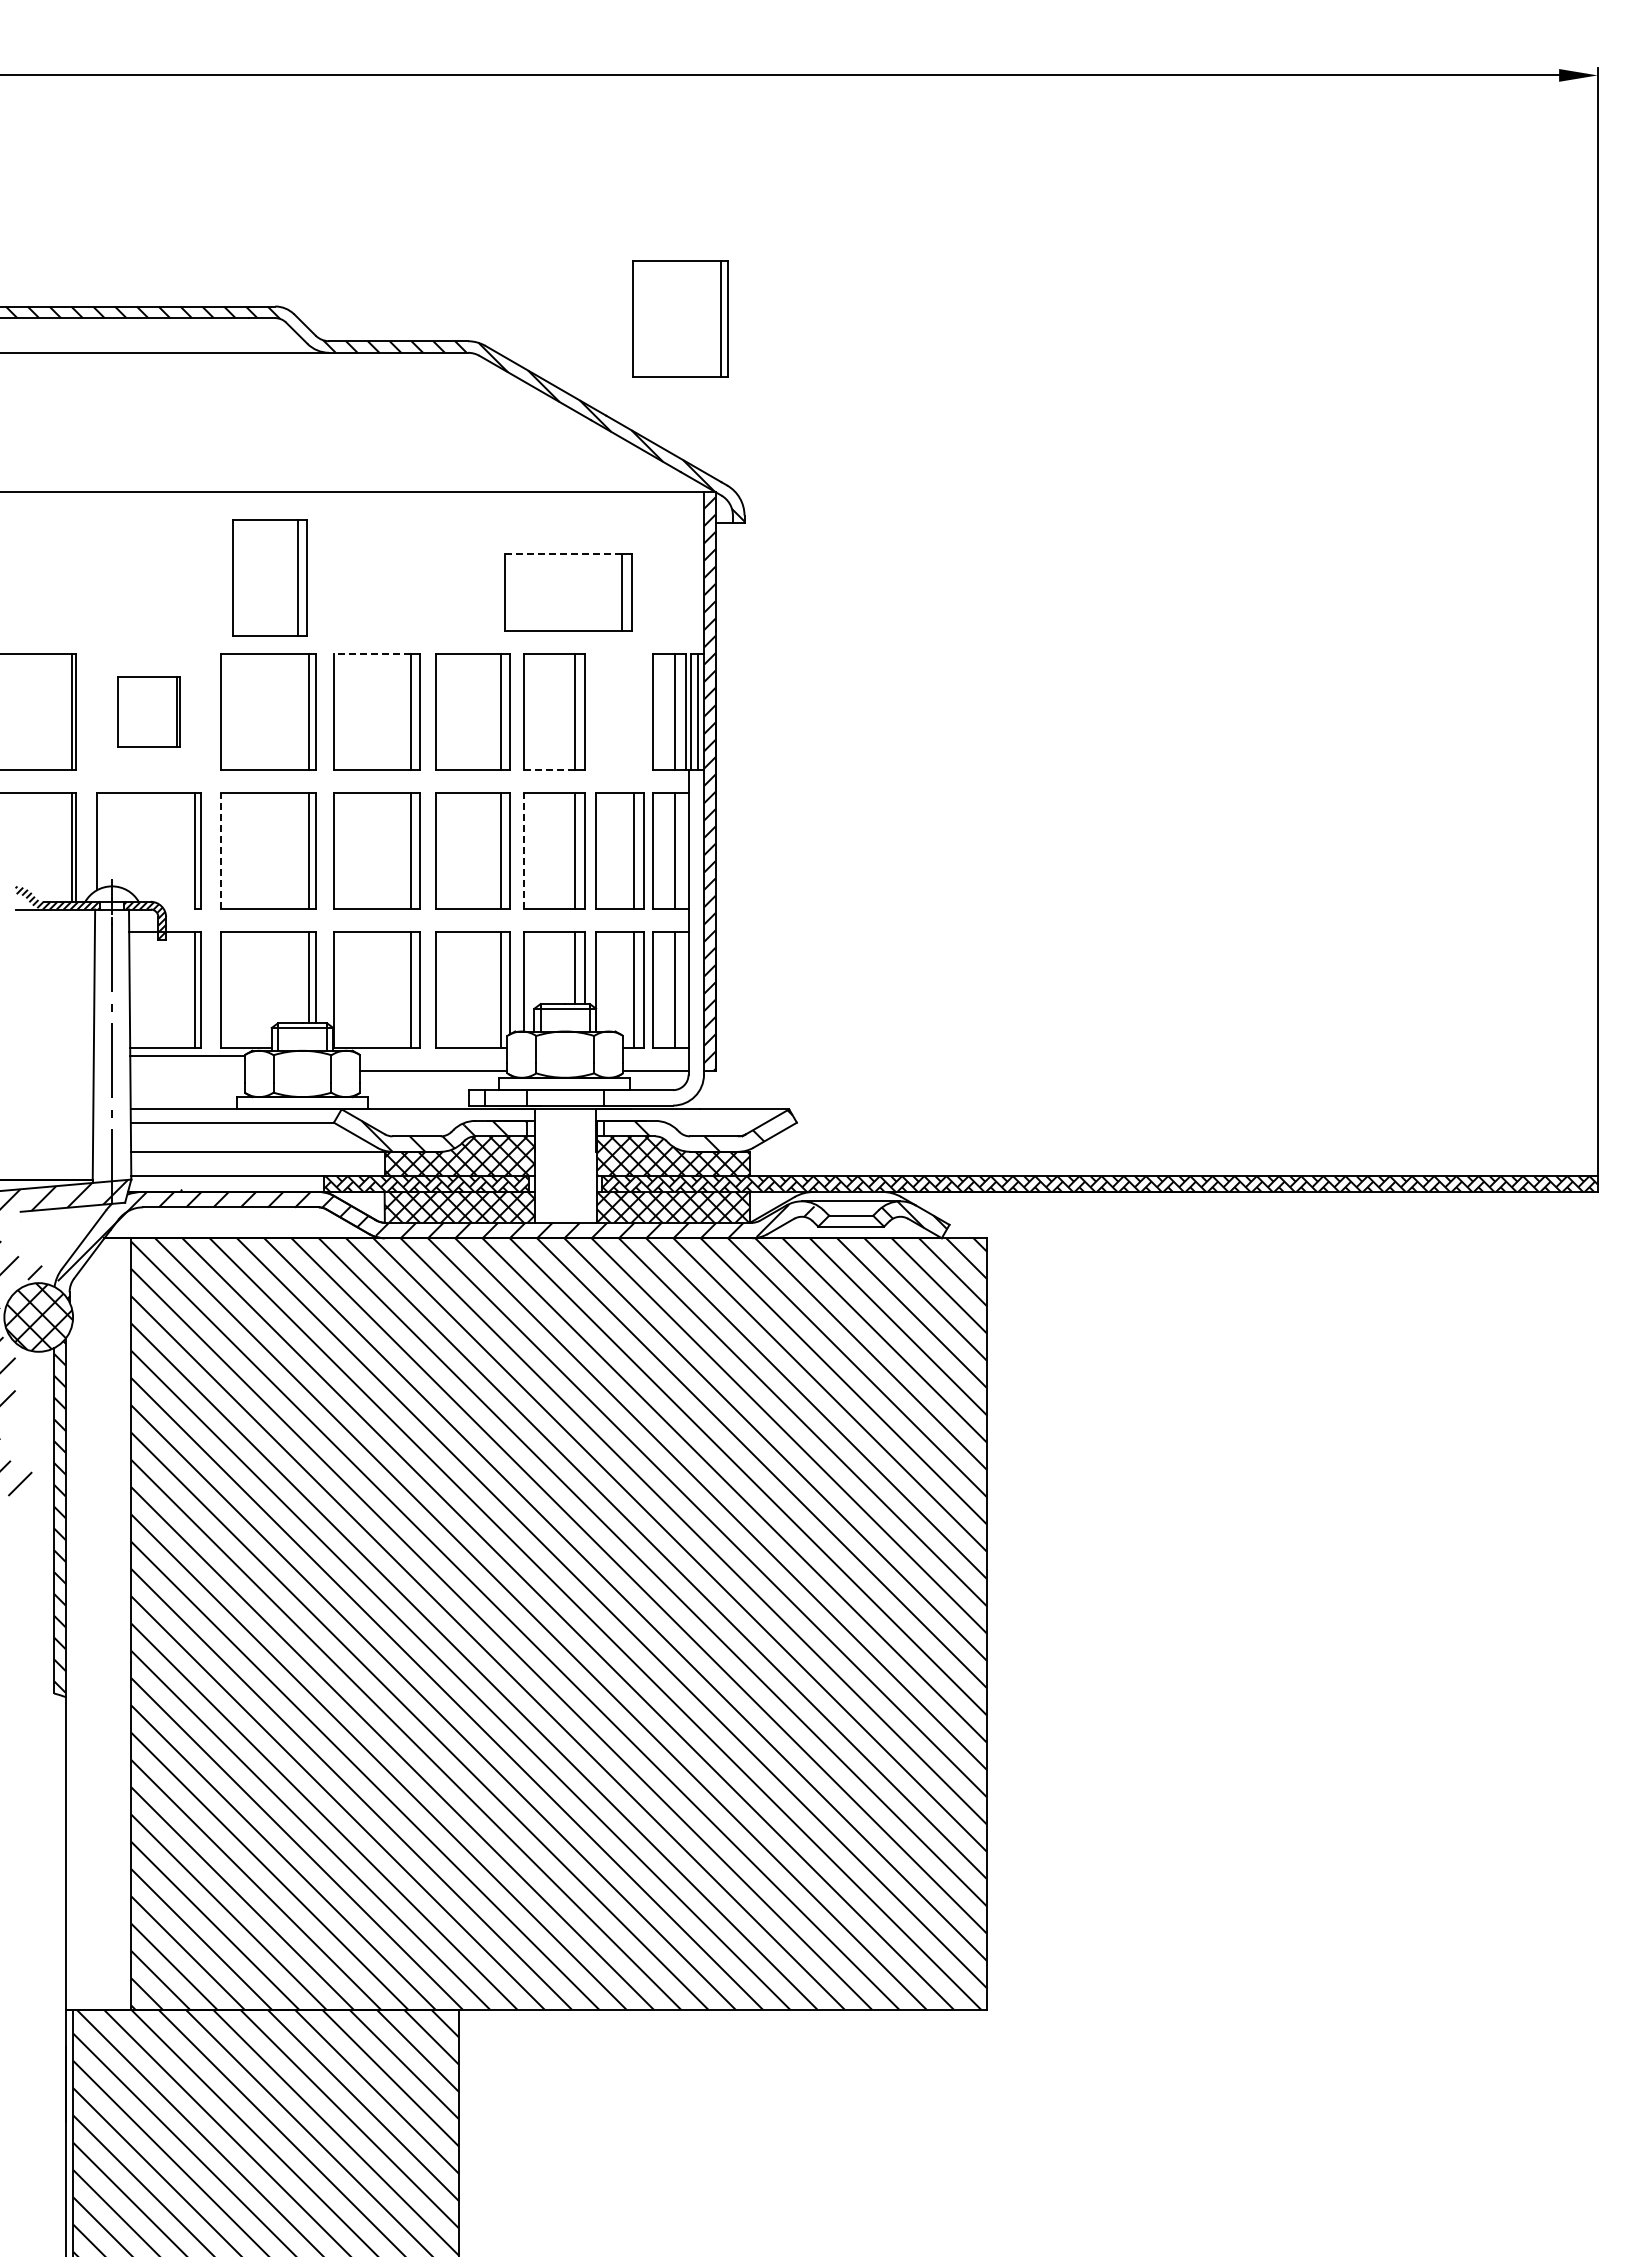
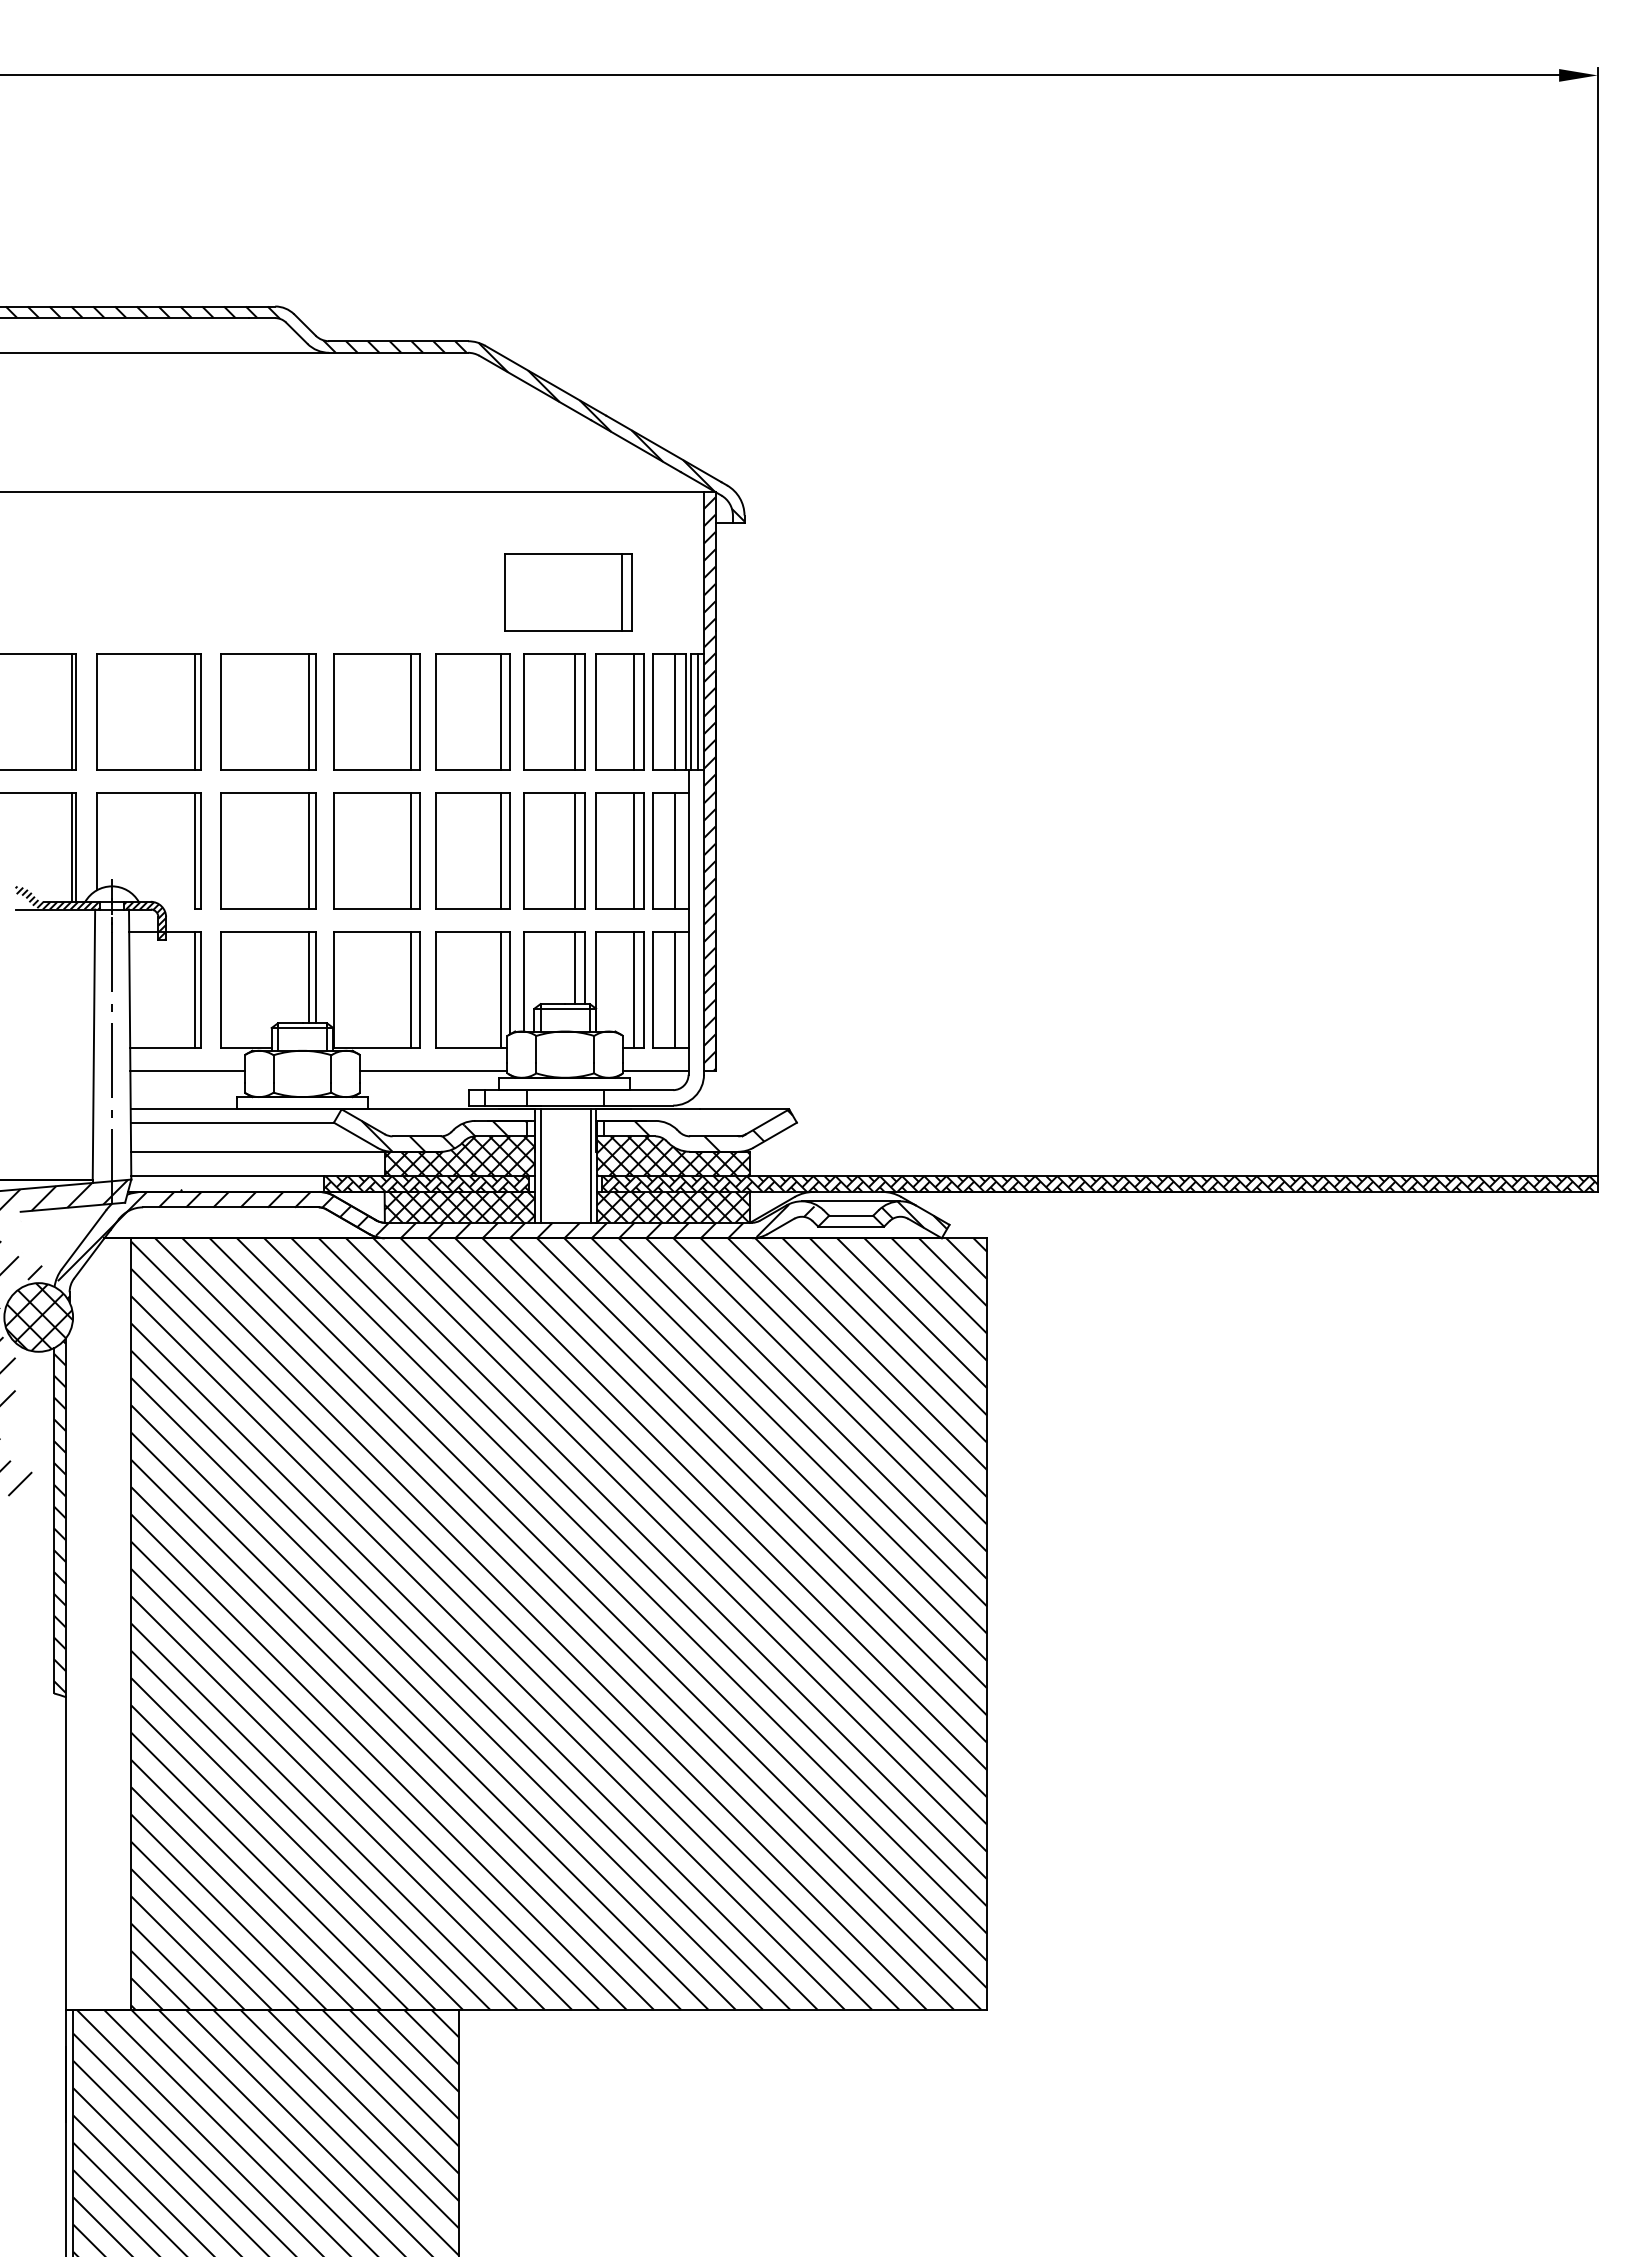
part at (680, 318): present -> none
line at (563, 553): dashed -> solid
part at (269, 577): present -> none
line at (372, 654): dashed -> solid
part at (148, 711) size: 64x72 px -> 106x118 px
part at (619, 711): none -> present
line at (549, 769): dashed -> solid
line at (220, 850): dashed -> solid
line at (523, 850): dashed -> solid
line at (187, 1055) position: (187, 1055) -> (187, 1070)
line at (541, 1165): none -> present
line at (590, 1165): none -> present
